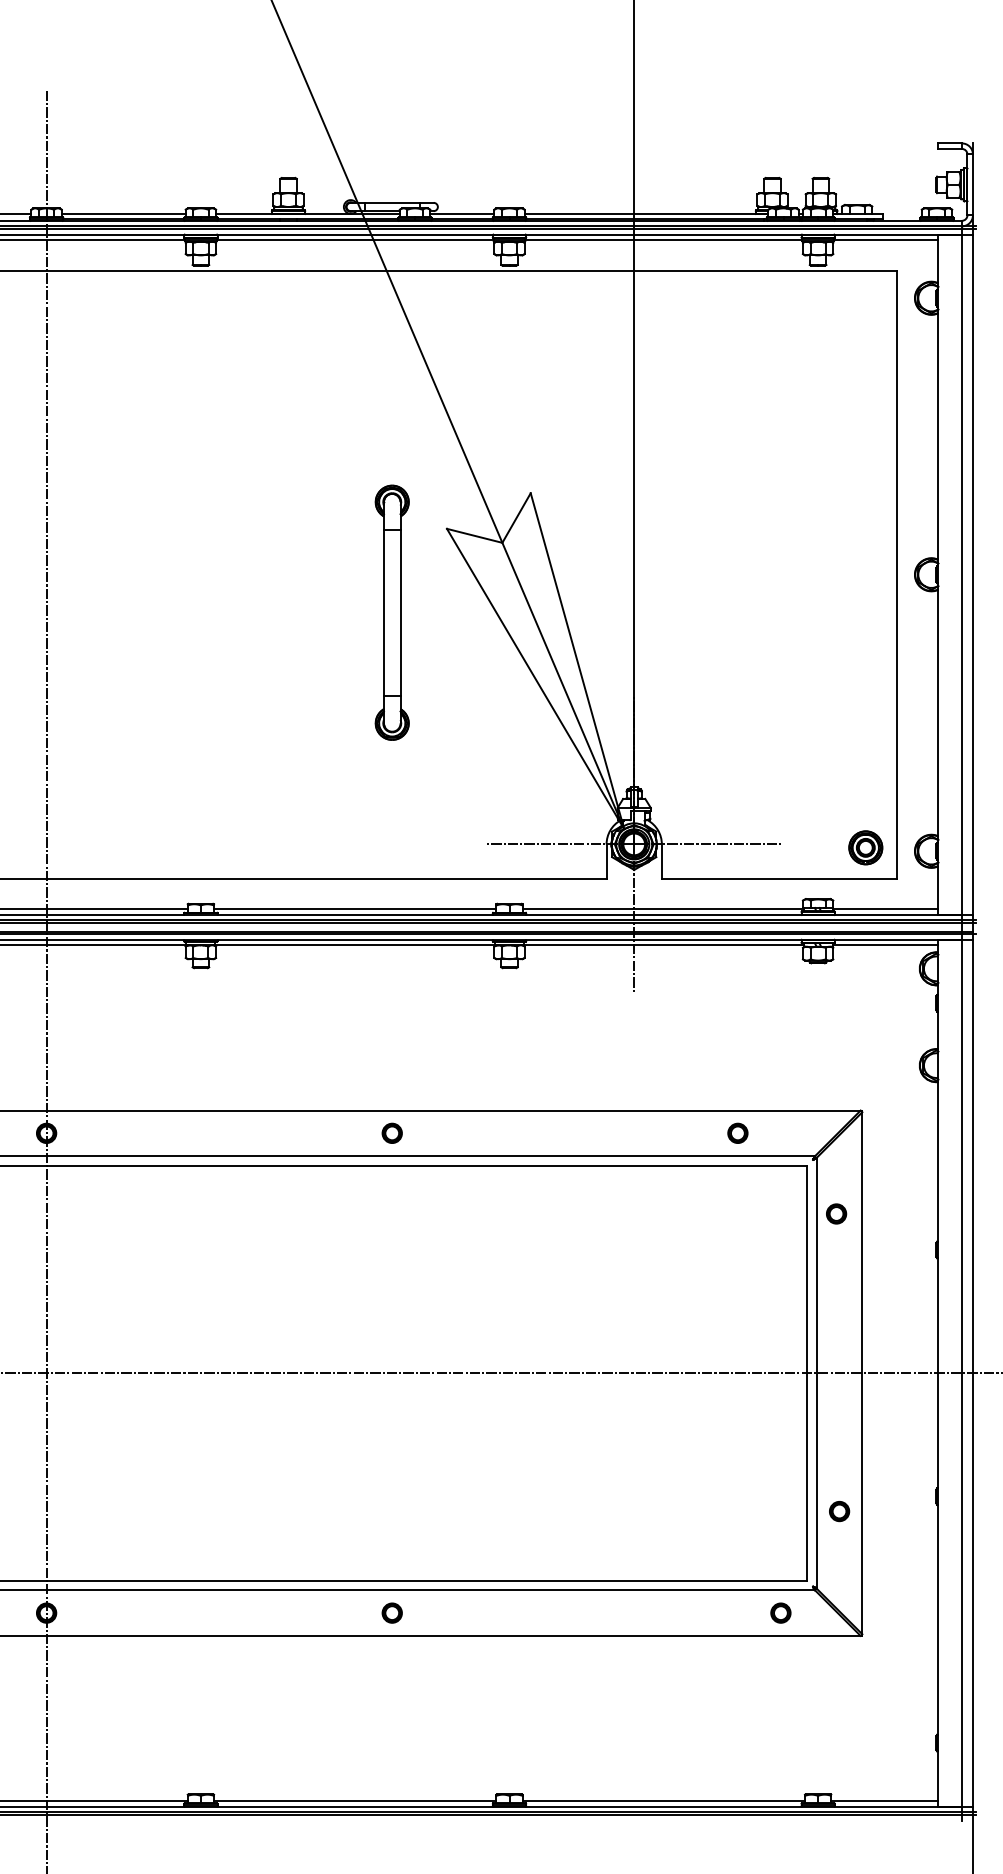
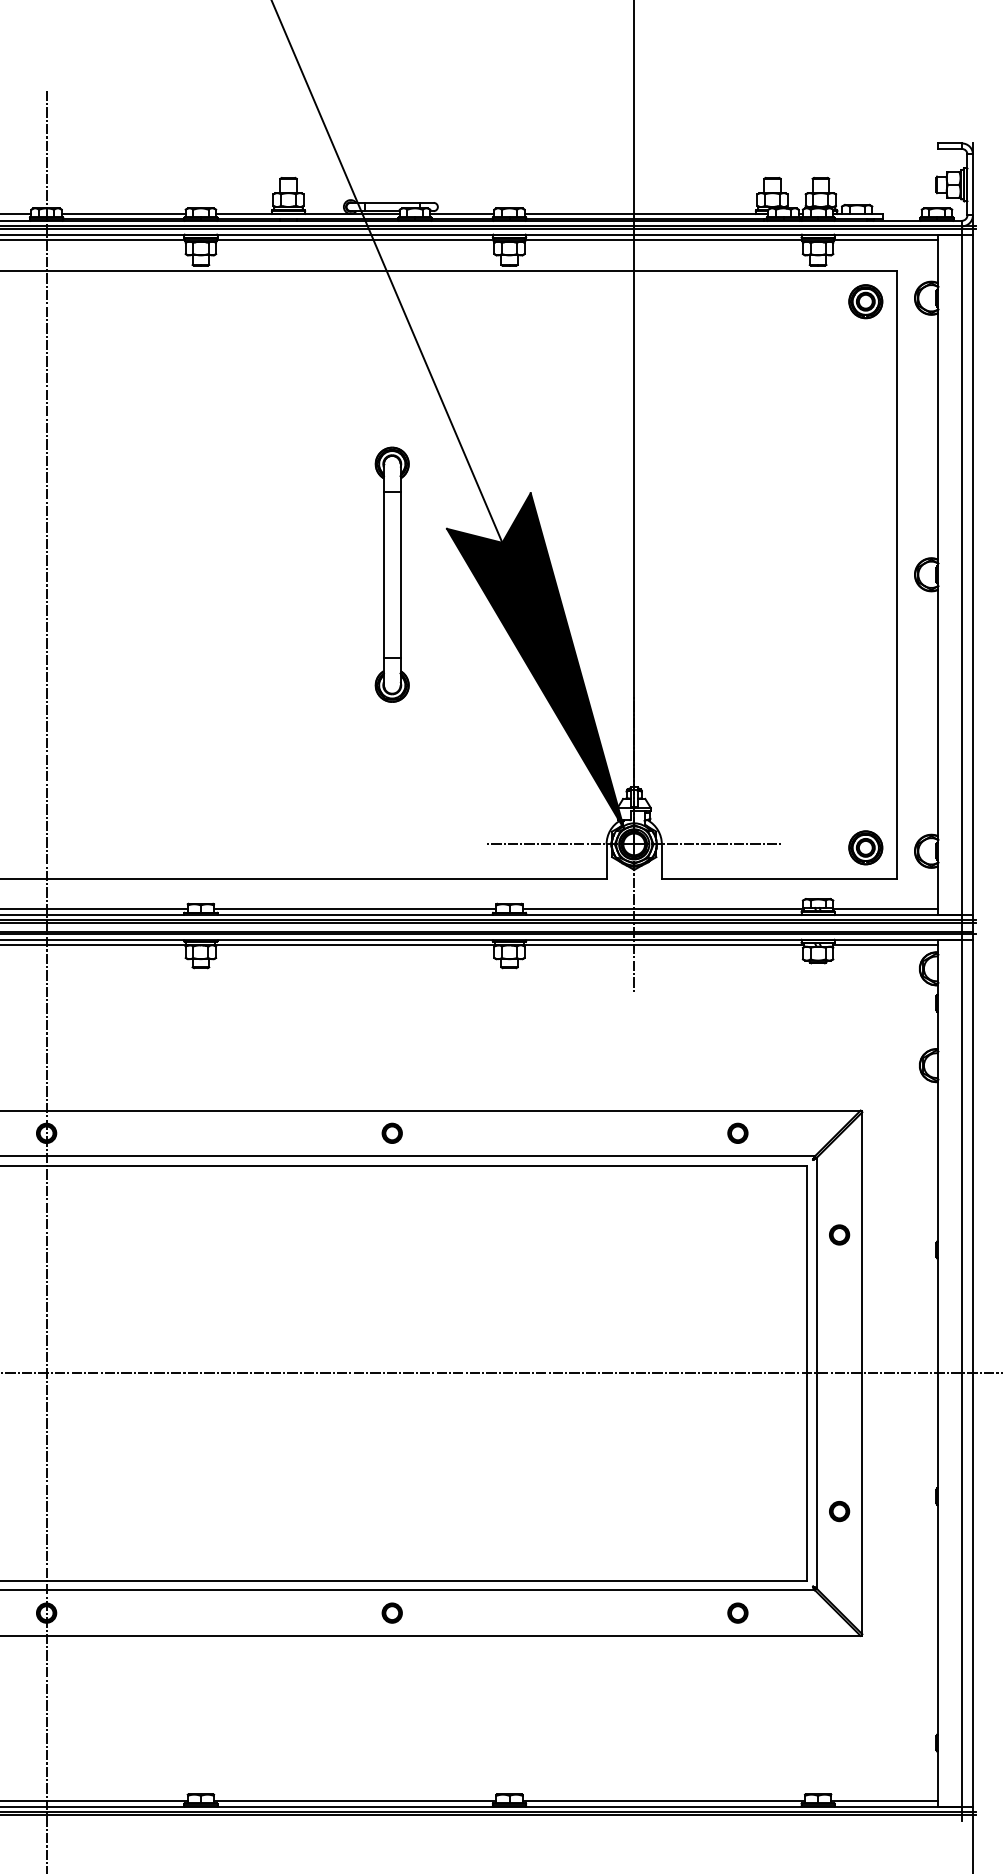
part at (865, 301): none -> present
part at (391, 612) position: (391, 612) -> (391, 574)
fill at (535, 661): none -> present
part at (836, 1213) position: (836, 1213) -> (839, 1234)
part at (780, 1612) position: (780, 1612) -> (737, 1612)
